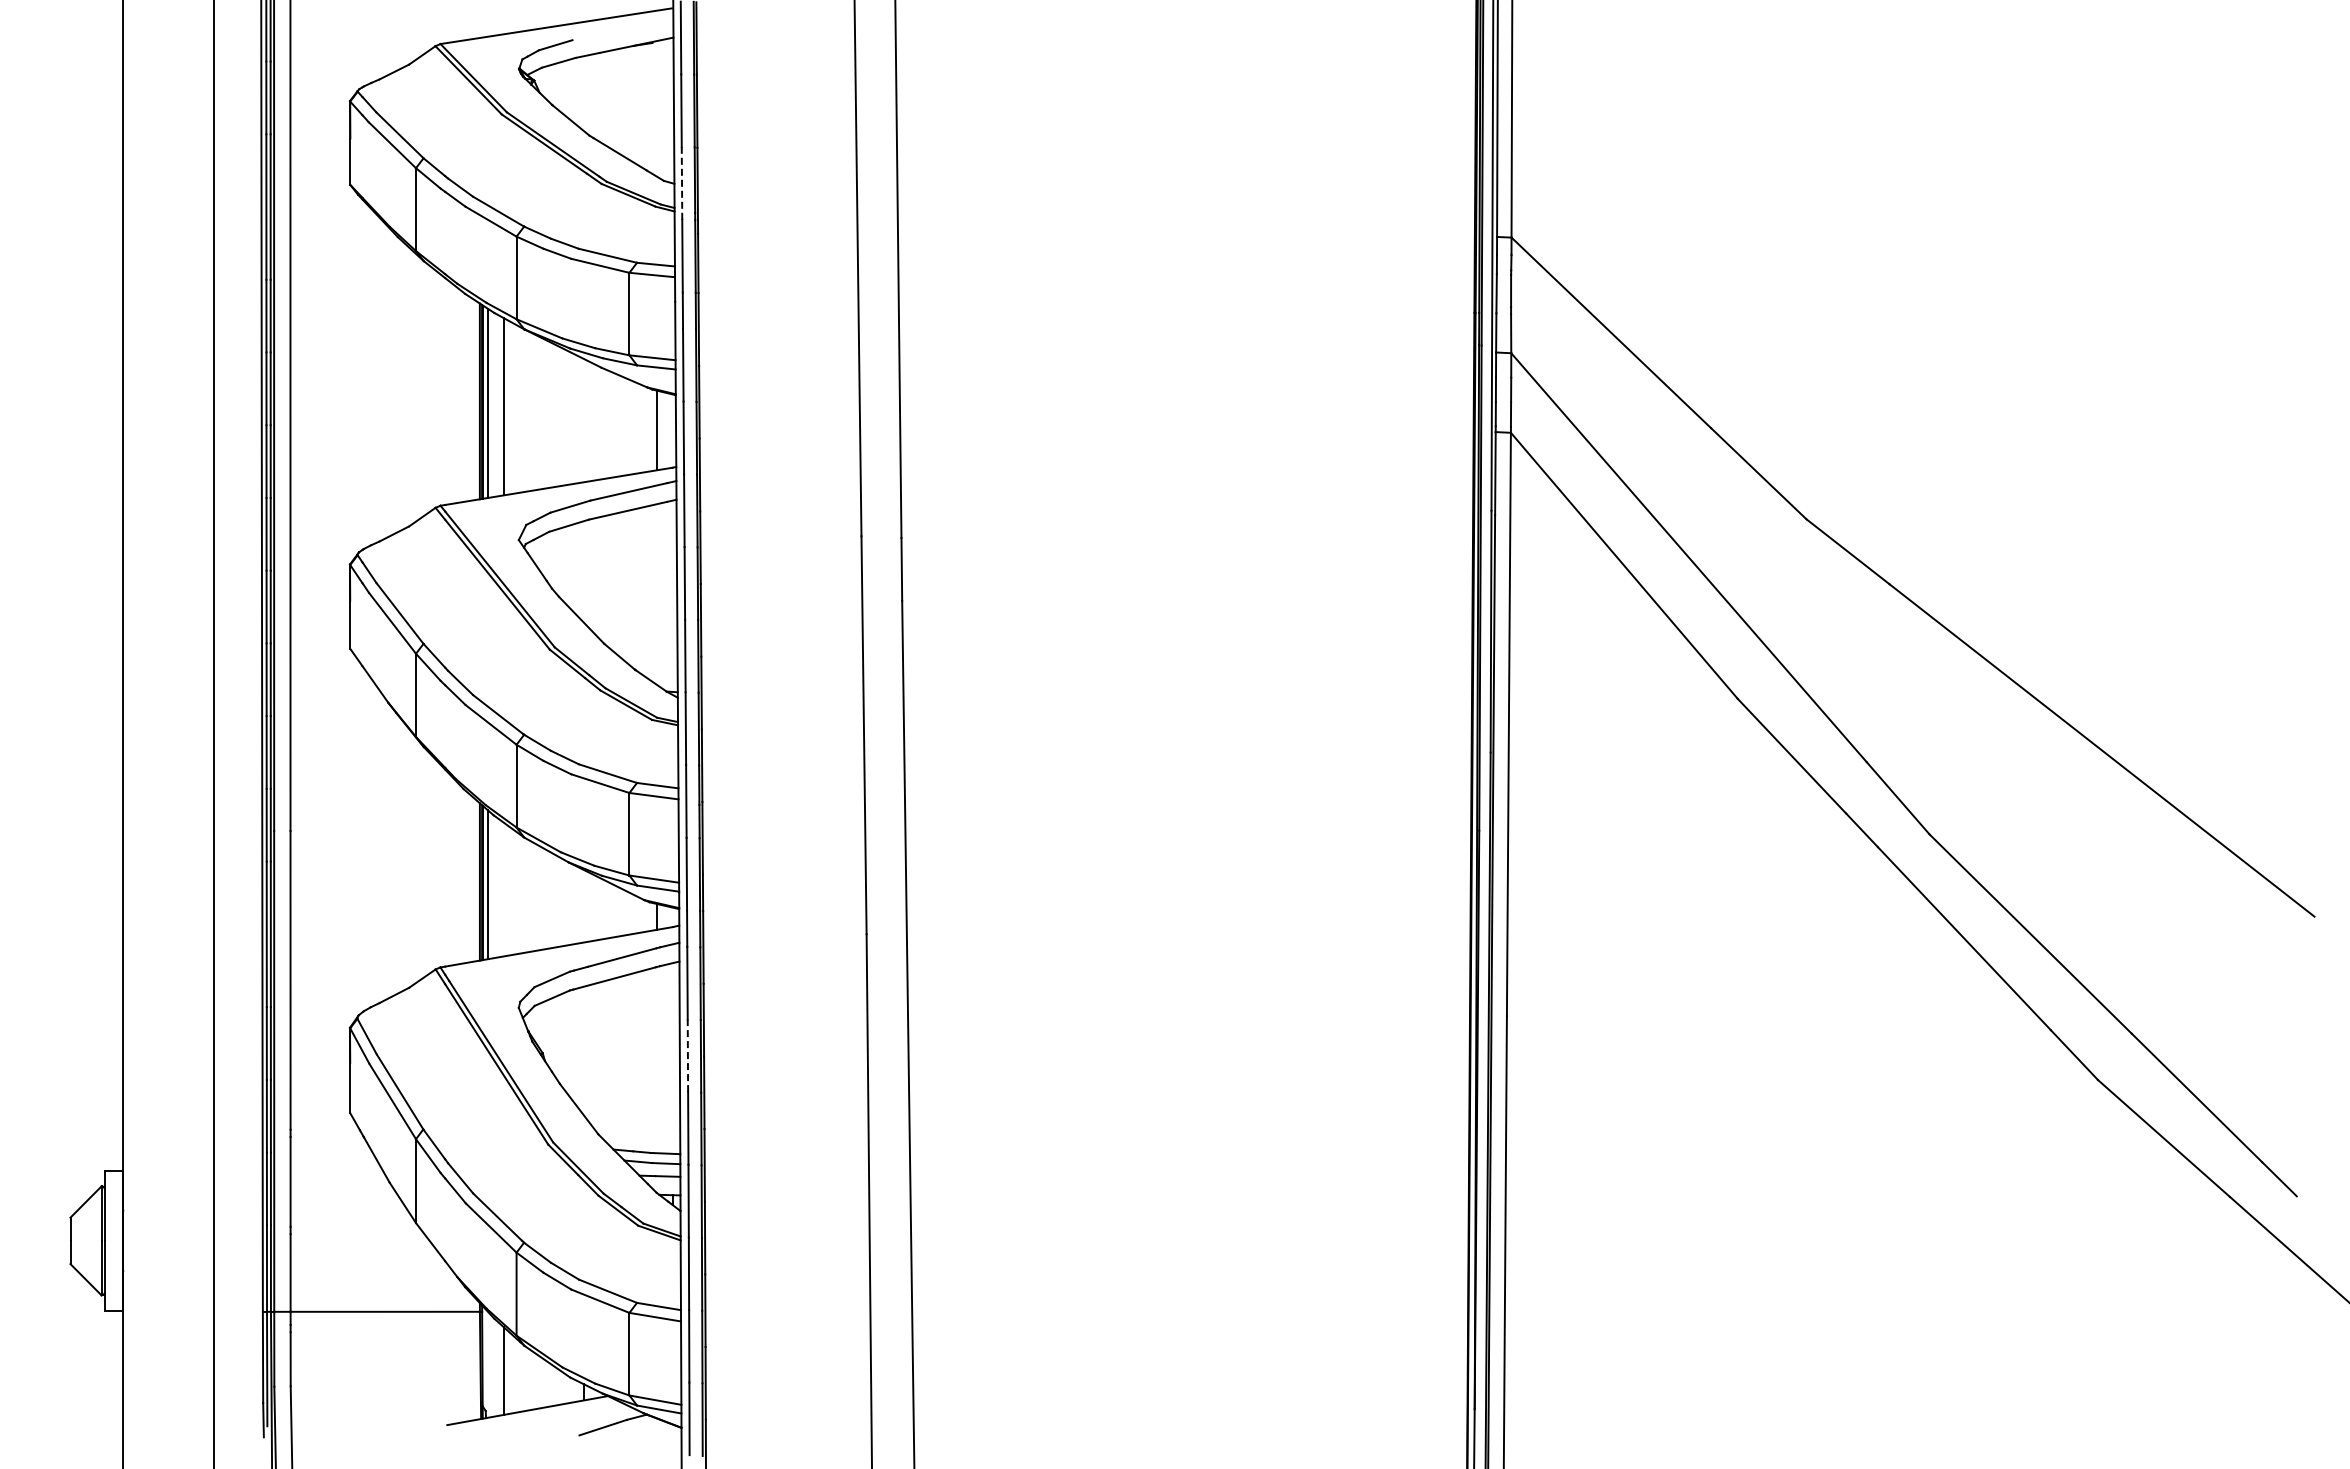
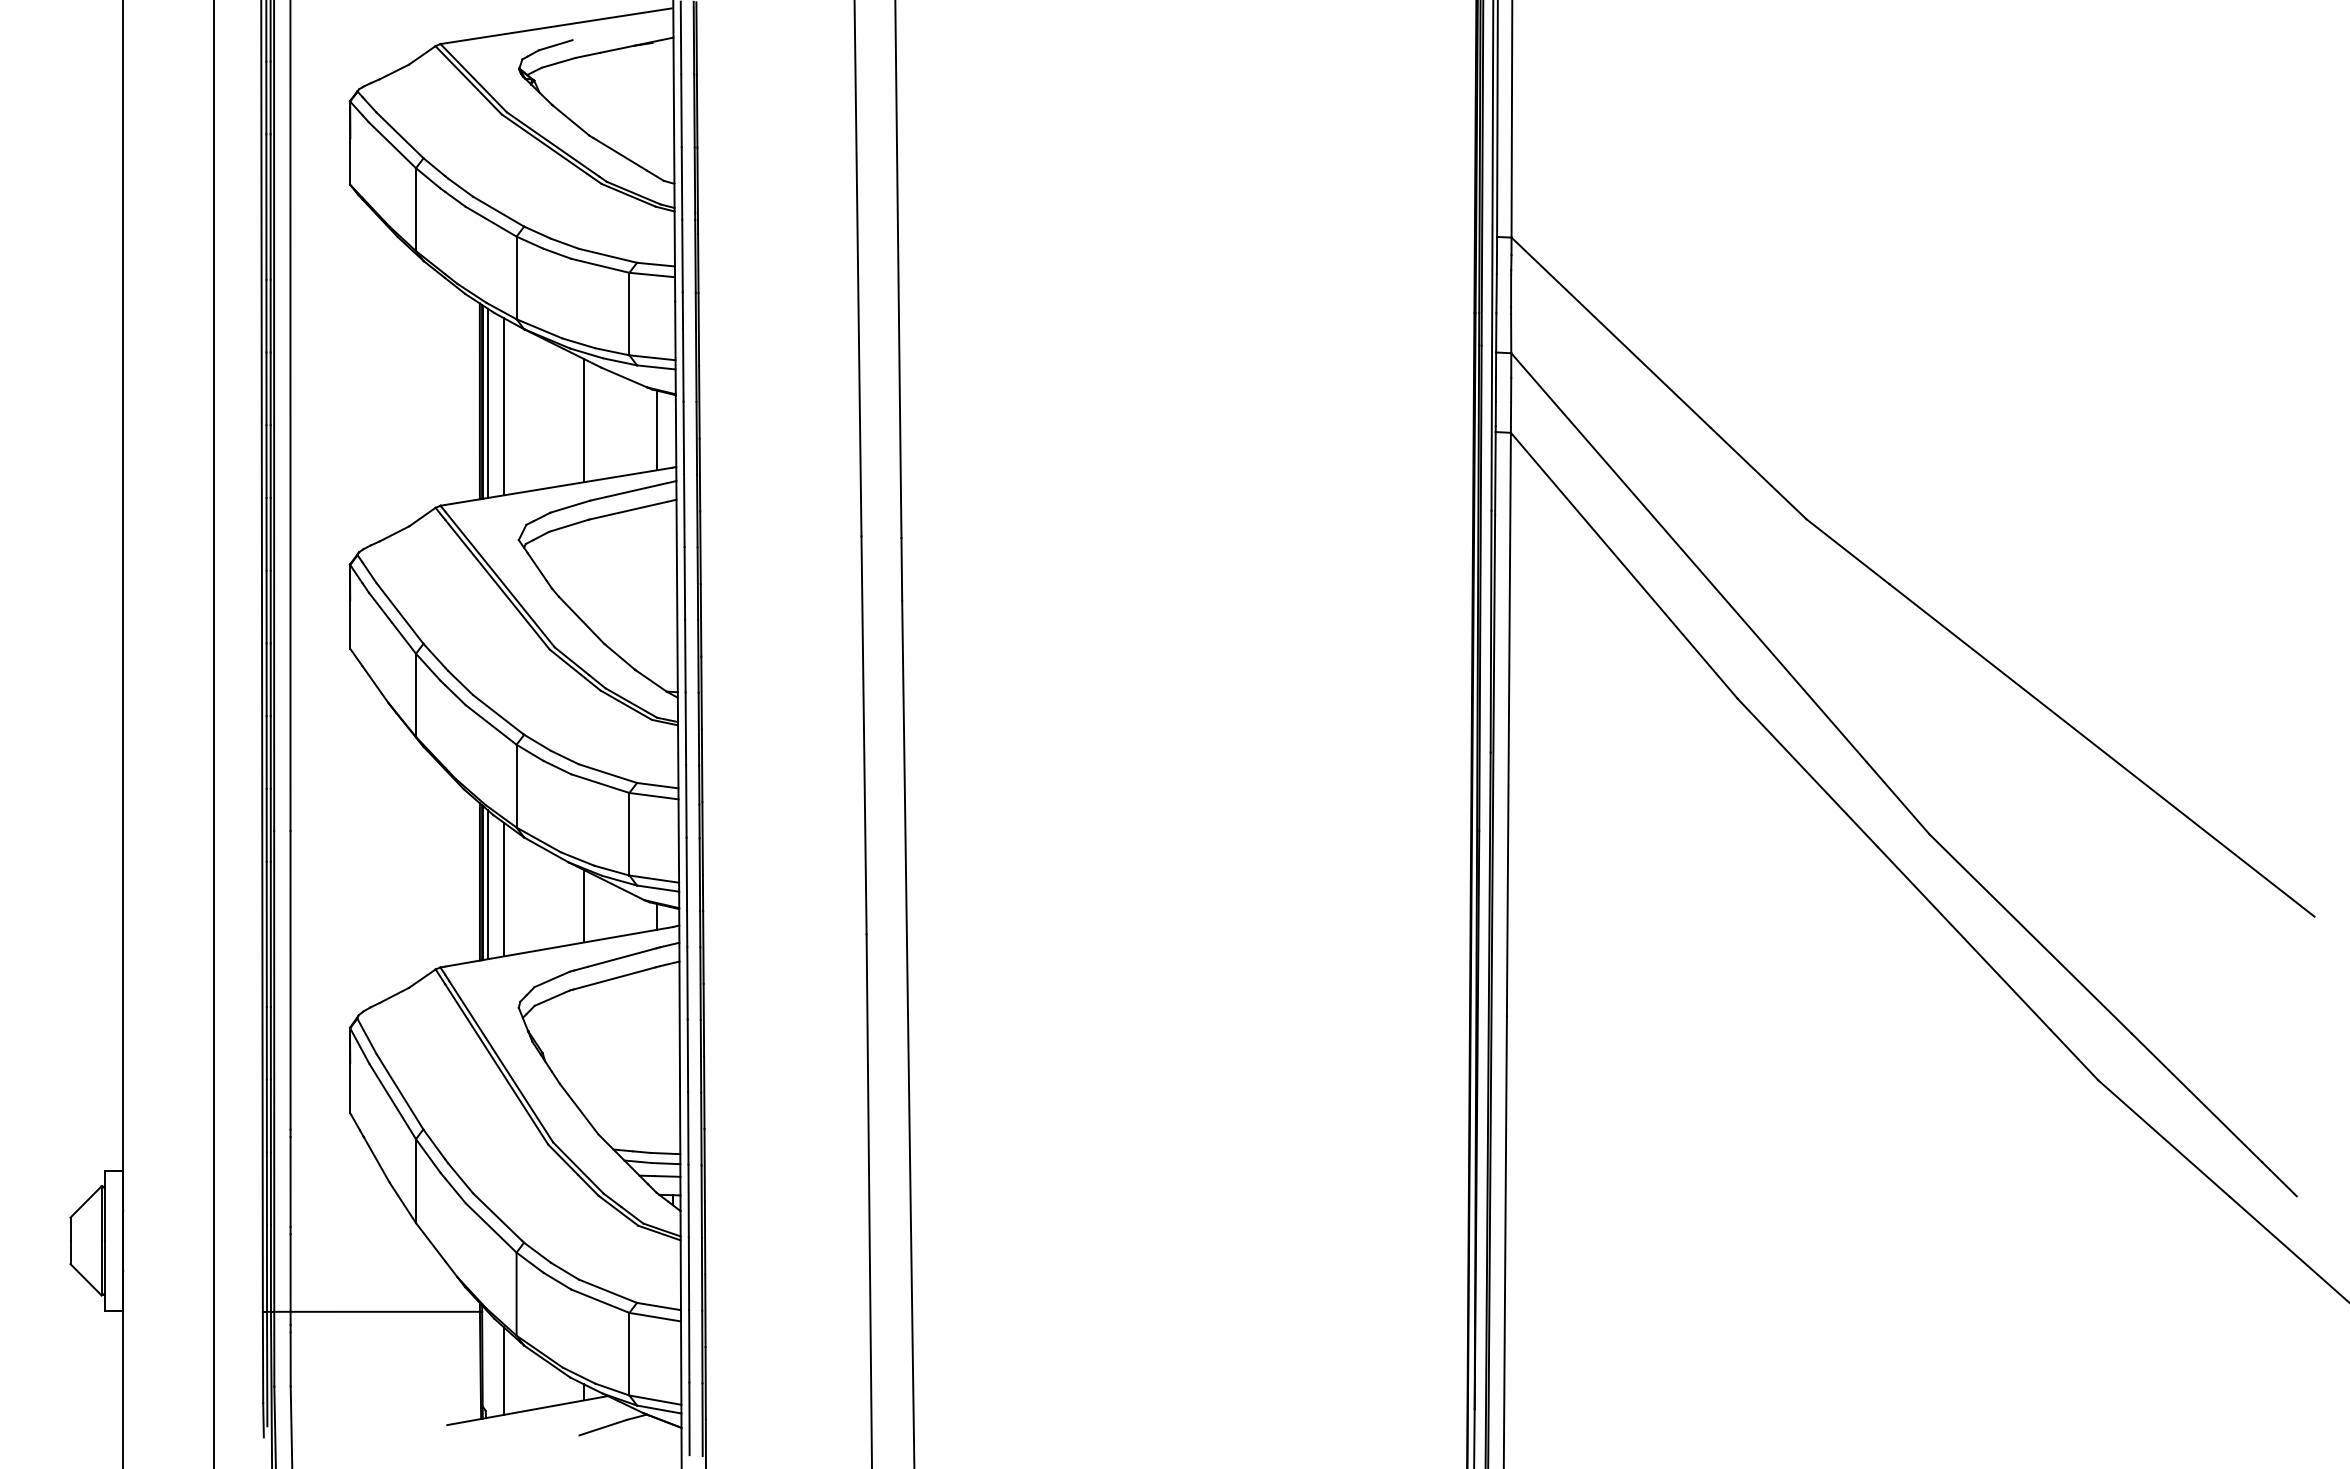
line at (682, 182): dashed -> solid
line at (584, 420): none -> present
line at (504, 889): none -> present
line at (584, 906): none -> present
line at (687, 1055): dashed -> solid
